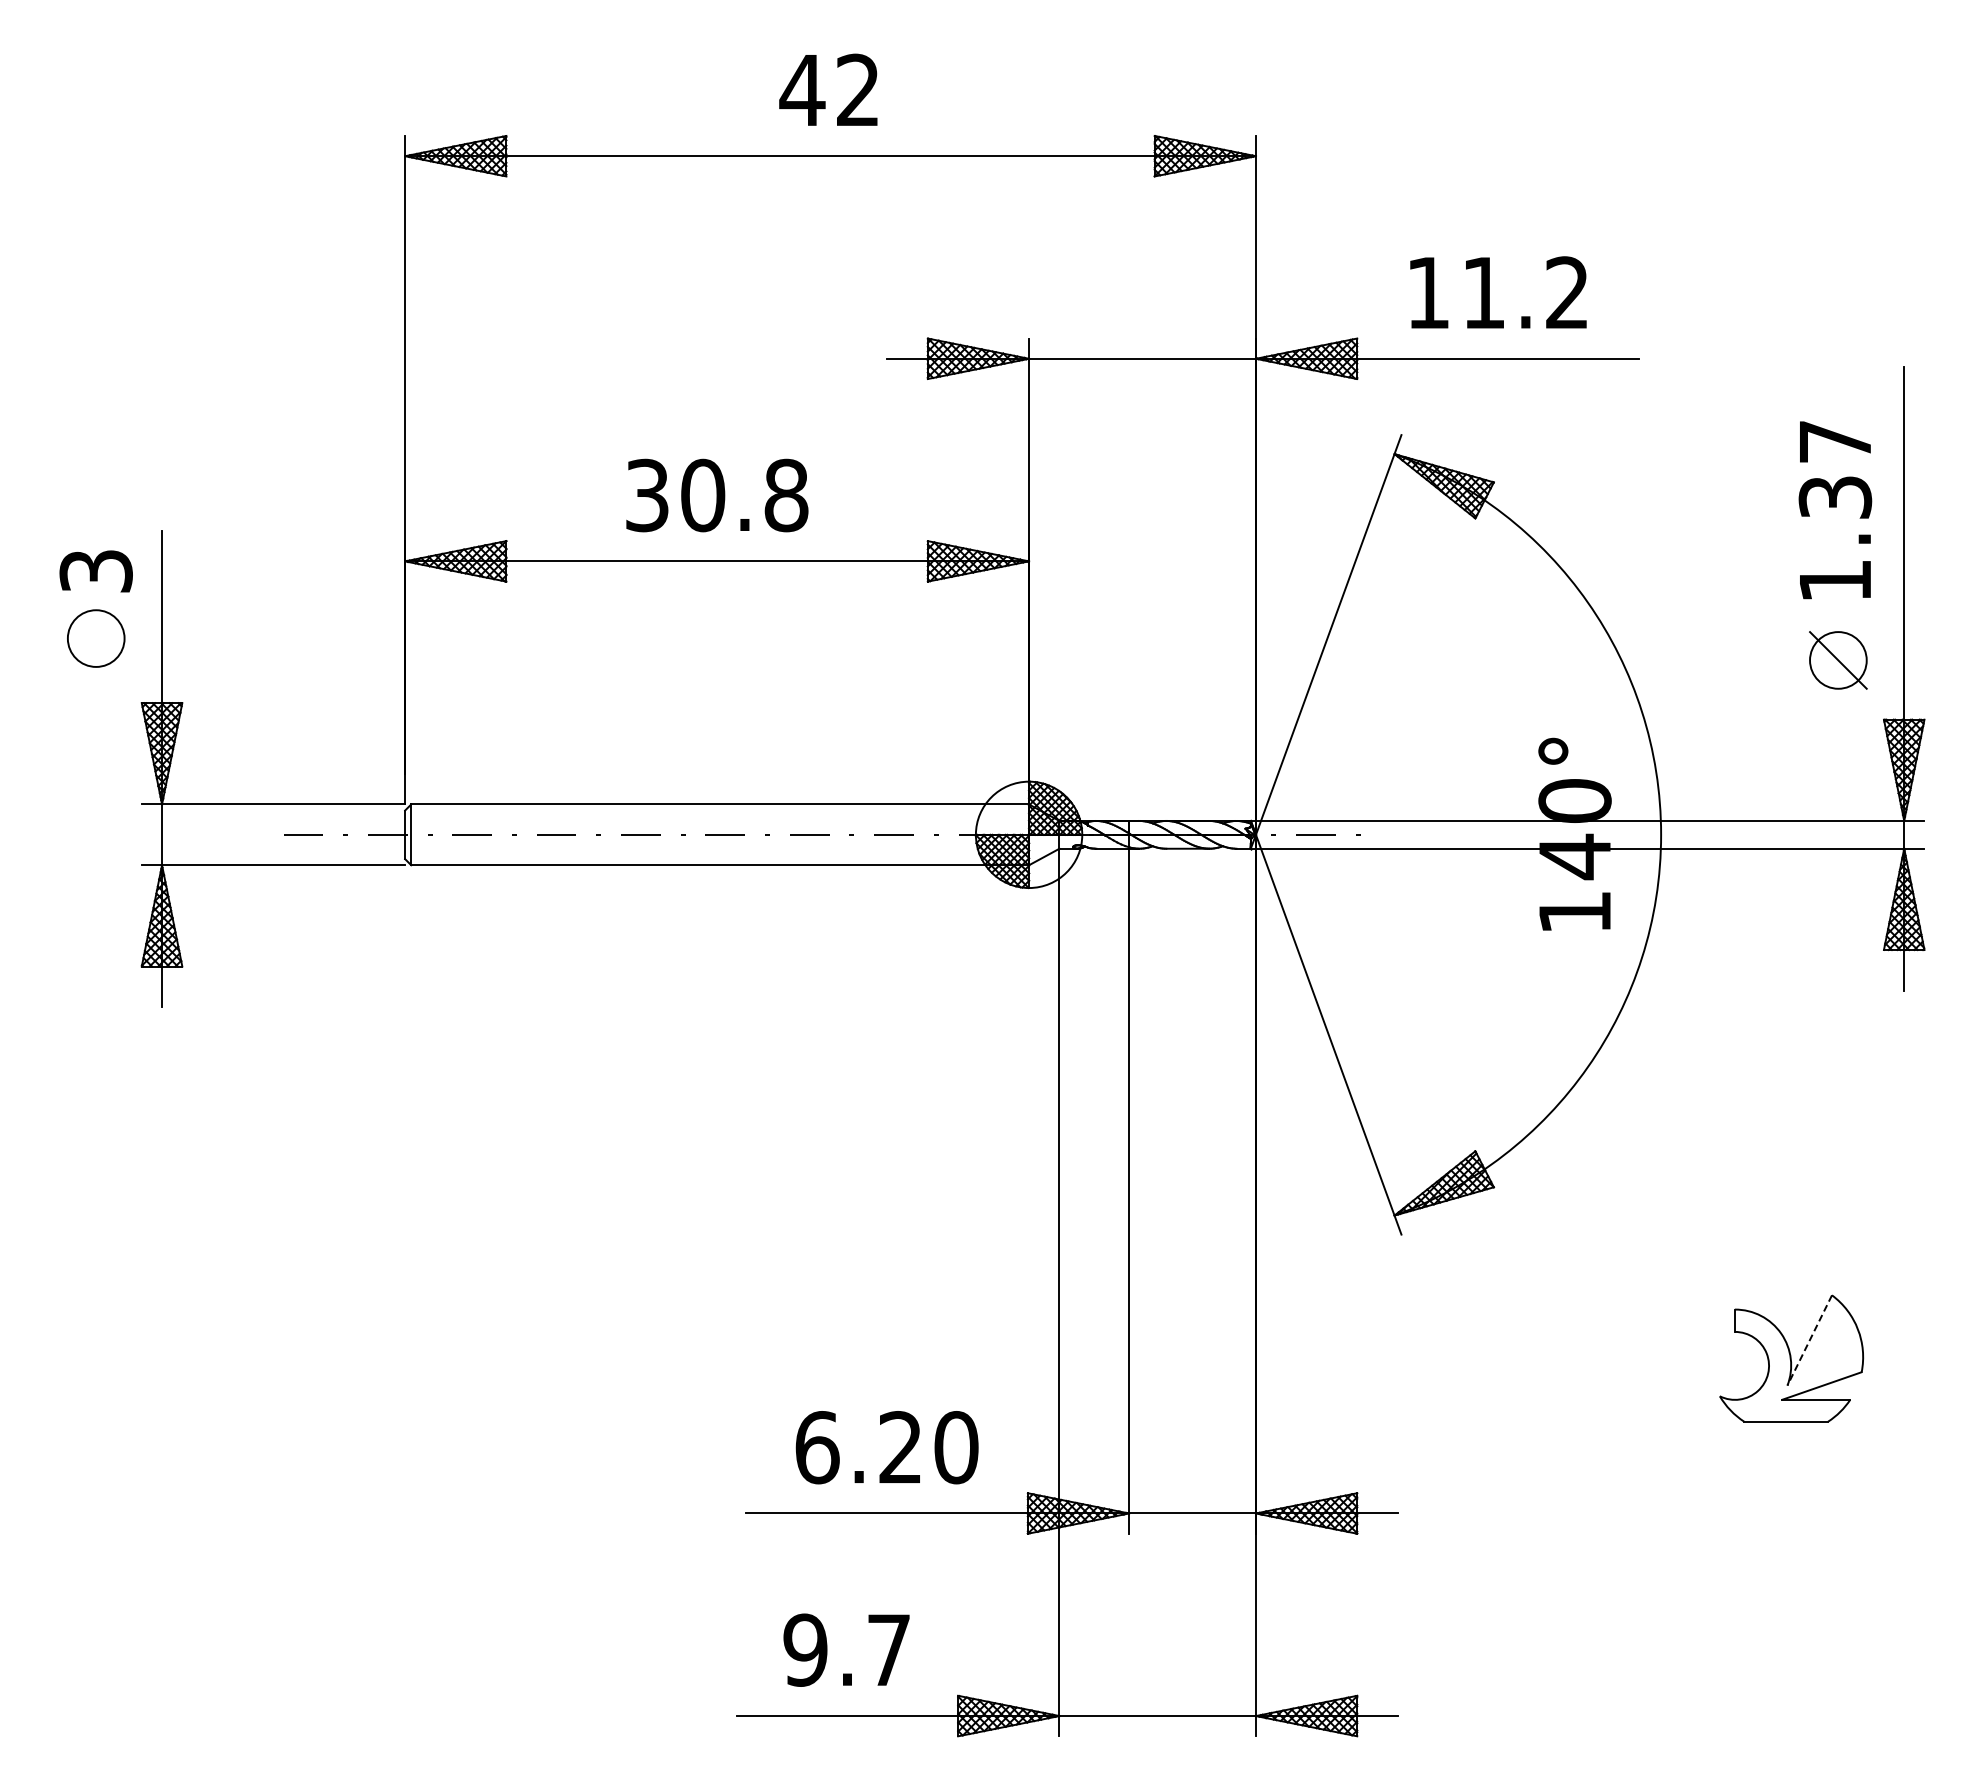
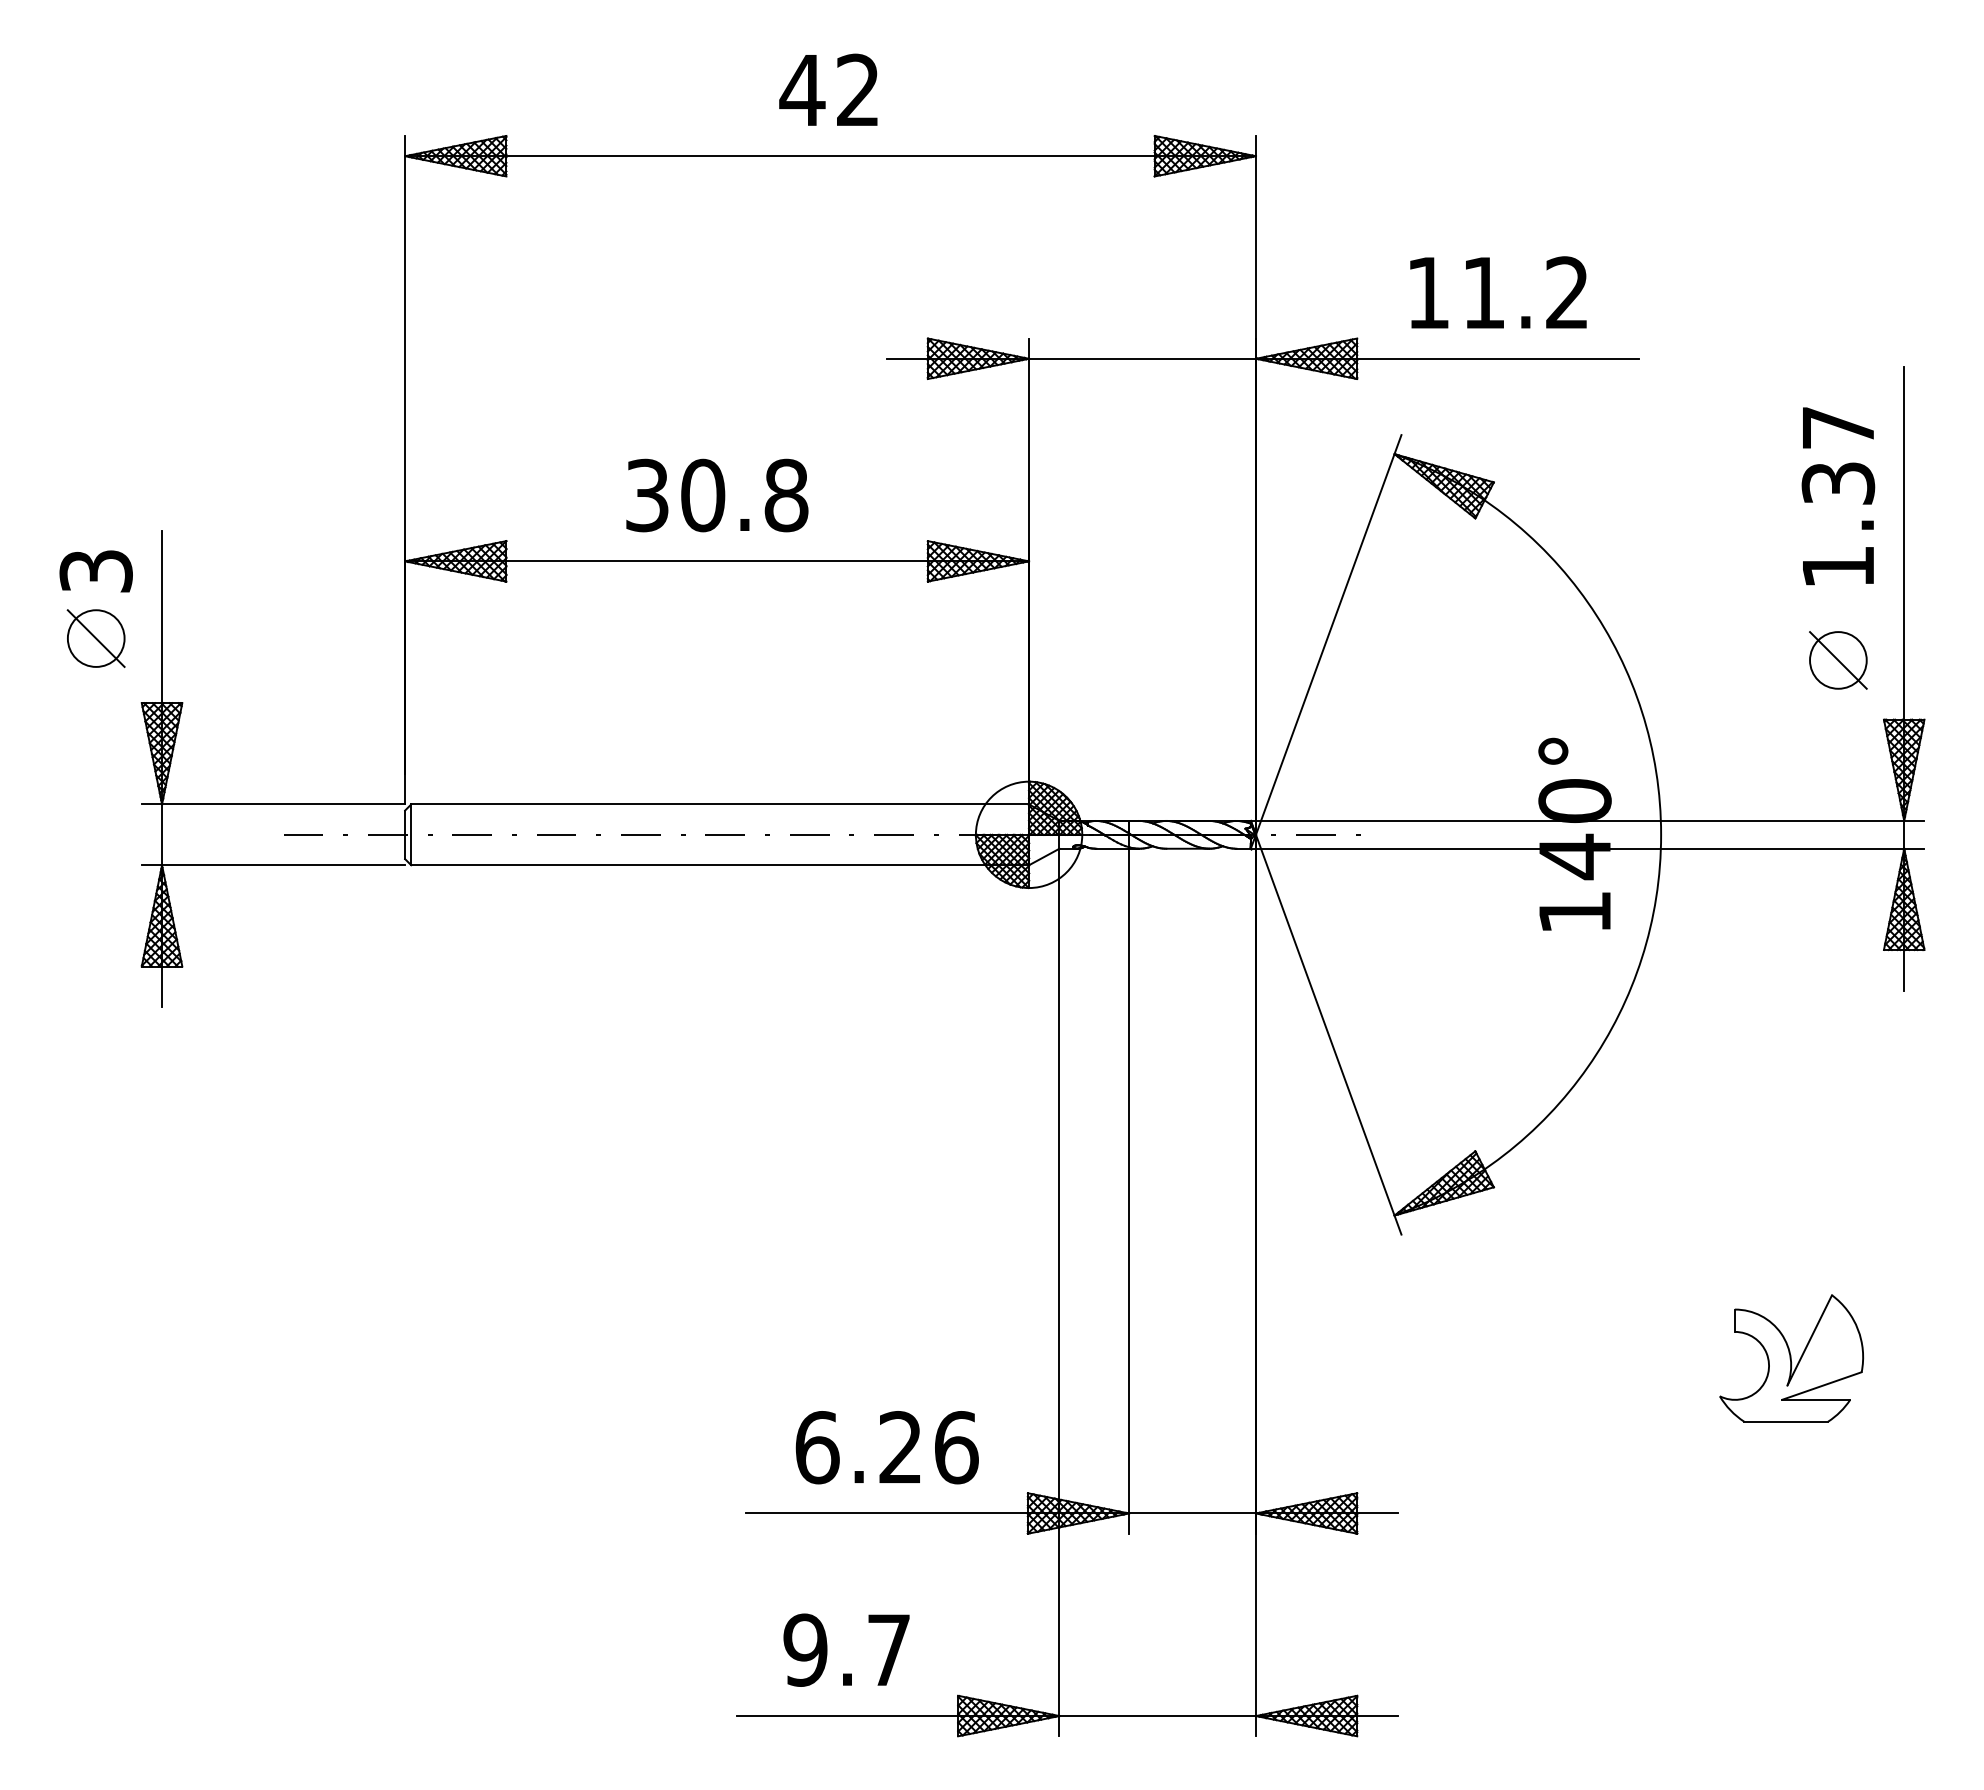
text at (1835, 510) position: (1835, 510) -> (1838, 496)
line at (95, 638): none -> present
line at (1809, 1340): dashed -> solid
text at (956, 1447): 6.20 -> 6.26
